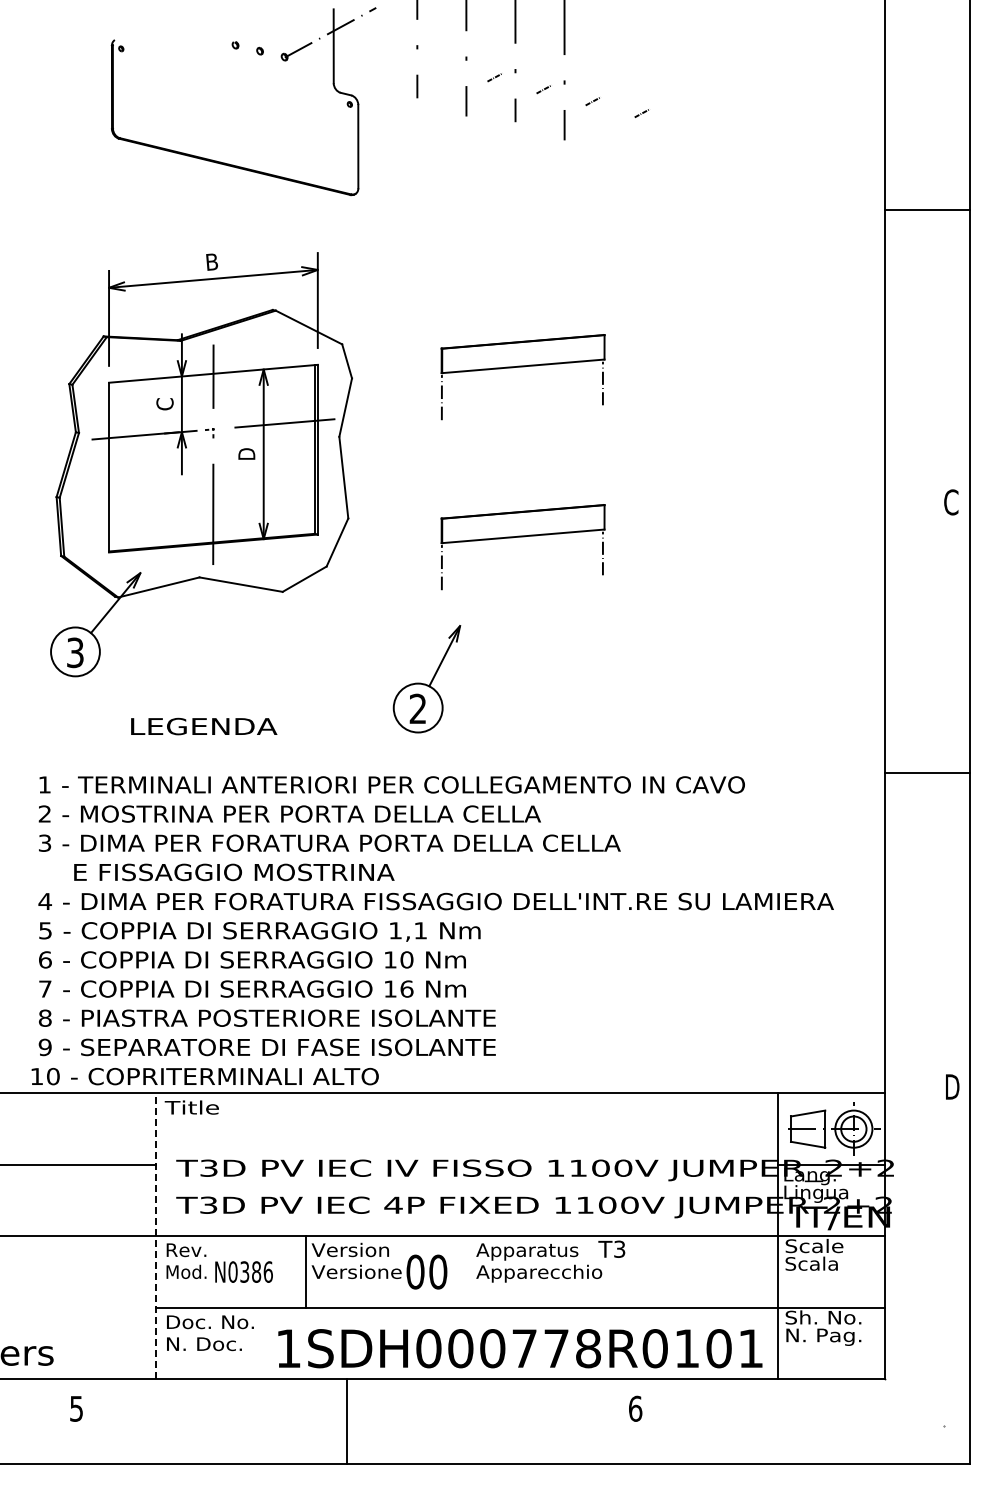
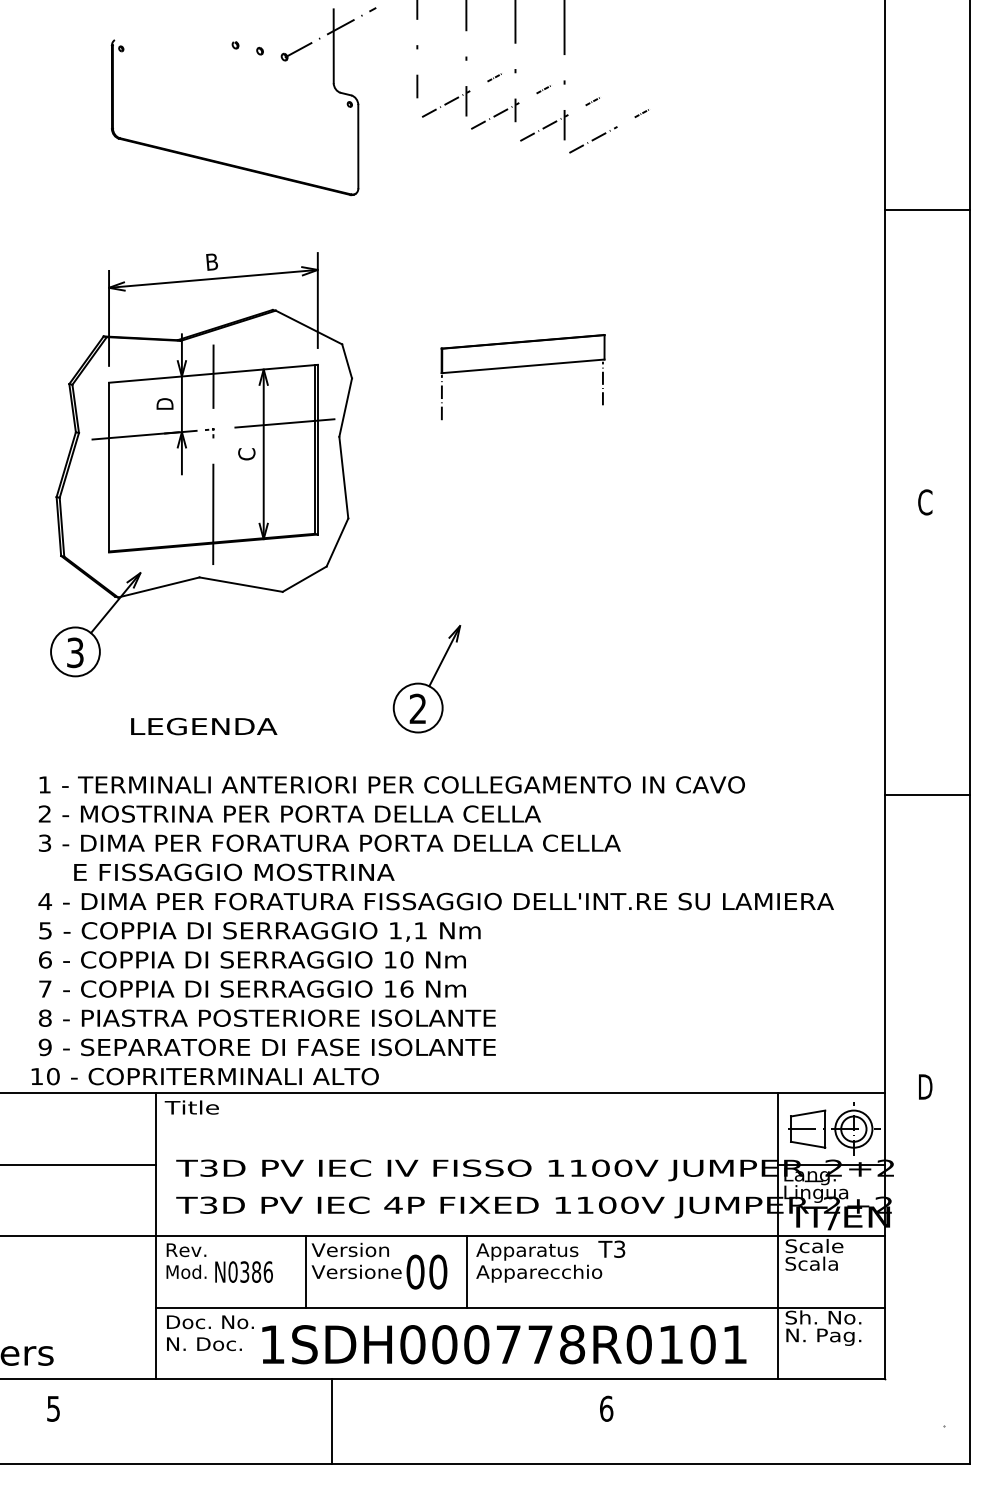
line at (446, 104): none -> present
line at (495, 115): none -> present
line at (544, 127): none -> present
line at (593, 139): none -> present
text at (164, 404): C -> D
text at (246, 454): D -> C
text at (951, 502) position: (951, 502) -> (925, 502)
part at (522, 537): present -> none
line at (927, 772) position: (927, 772) -> (927, 794)
text at (952, 1086) position: (952, 1086) -> (925, 1086)
line at (156, 1236): dashed -> solid
line at (467, 1271): none -> present
text at (520, 1348) position: (520, 1348) -> (504, 1344)
text at (76, 1408) position: (76, 1408) -> (53, 1408)
text at (635, 1408) position: (635, 1408) -> (606, 1408)
line at (347, 1421) position: (347, 1421) -> (332, 1421)
